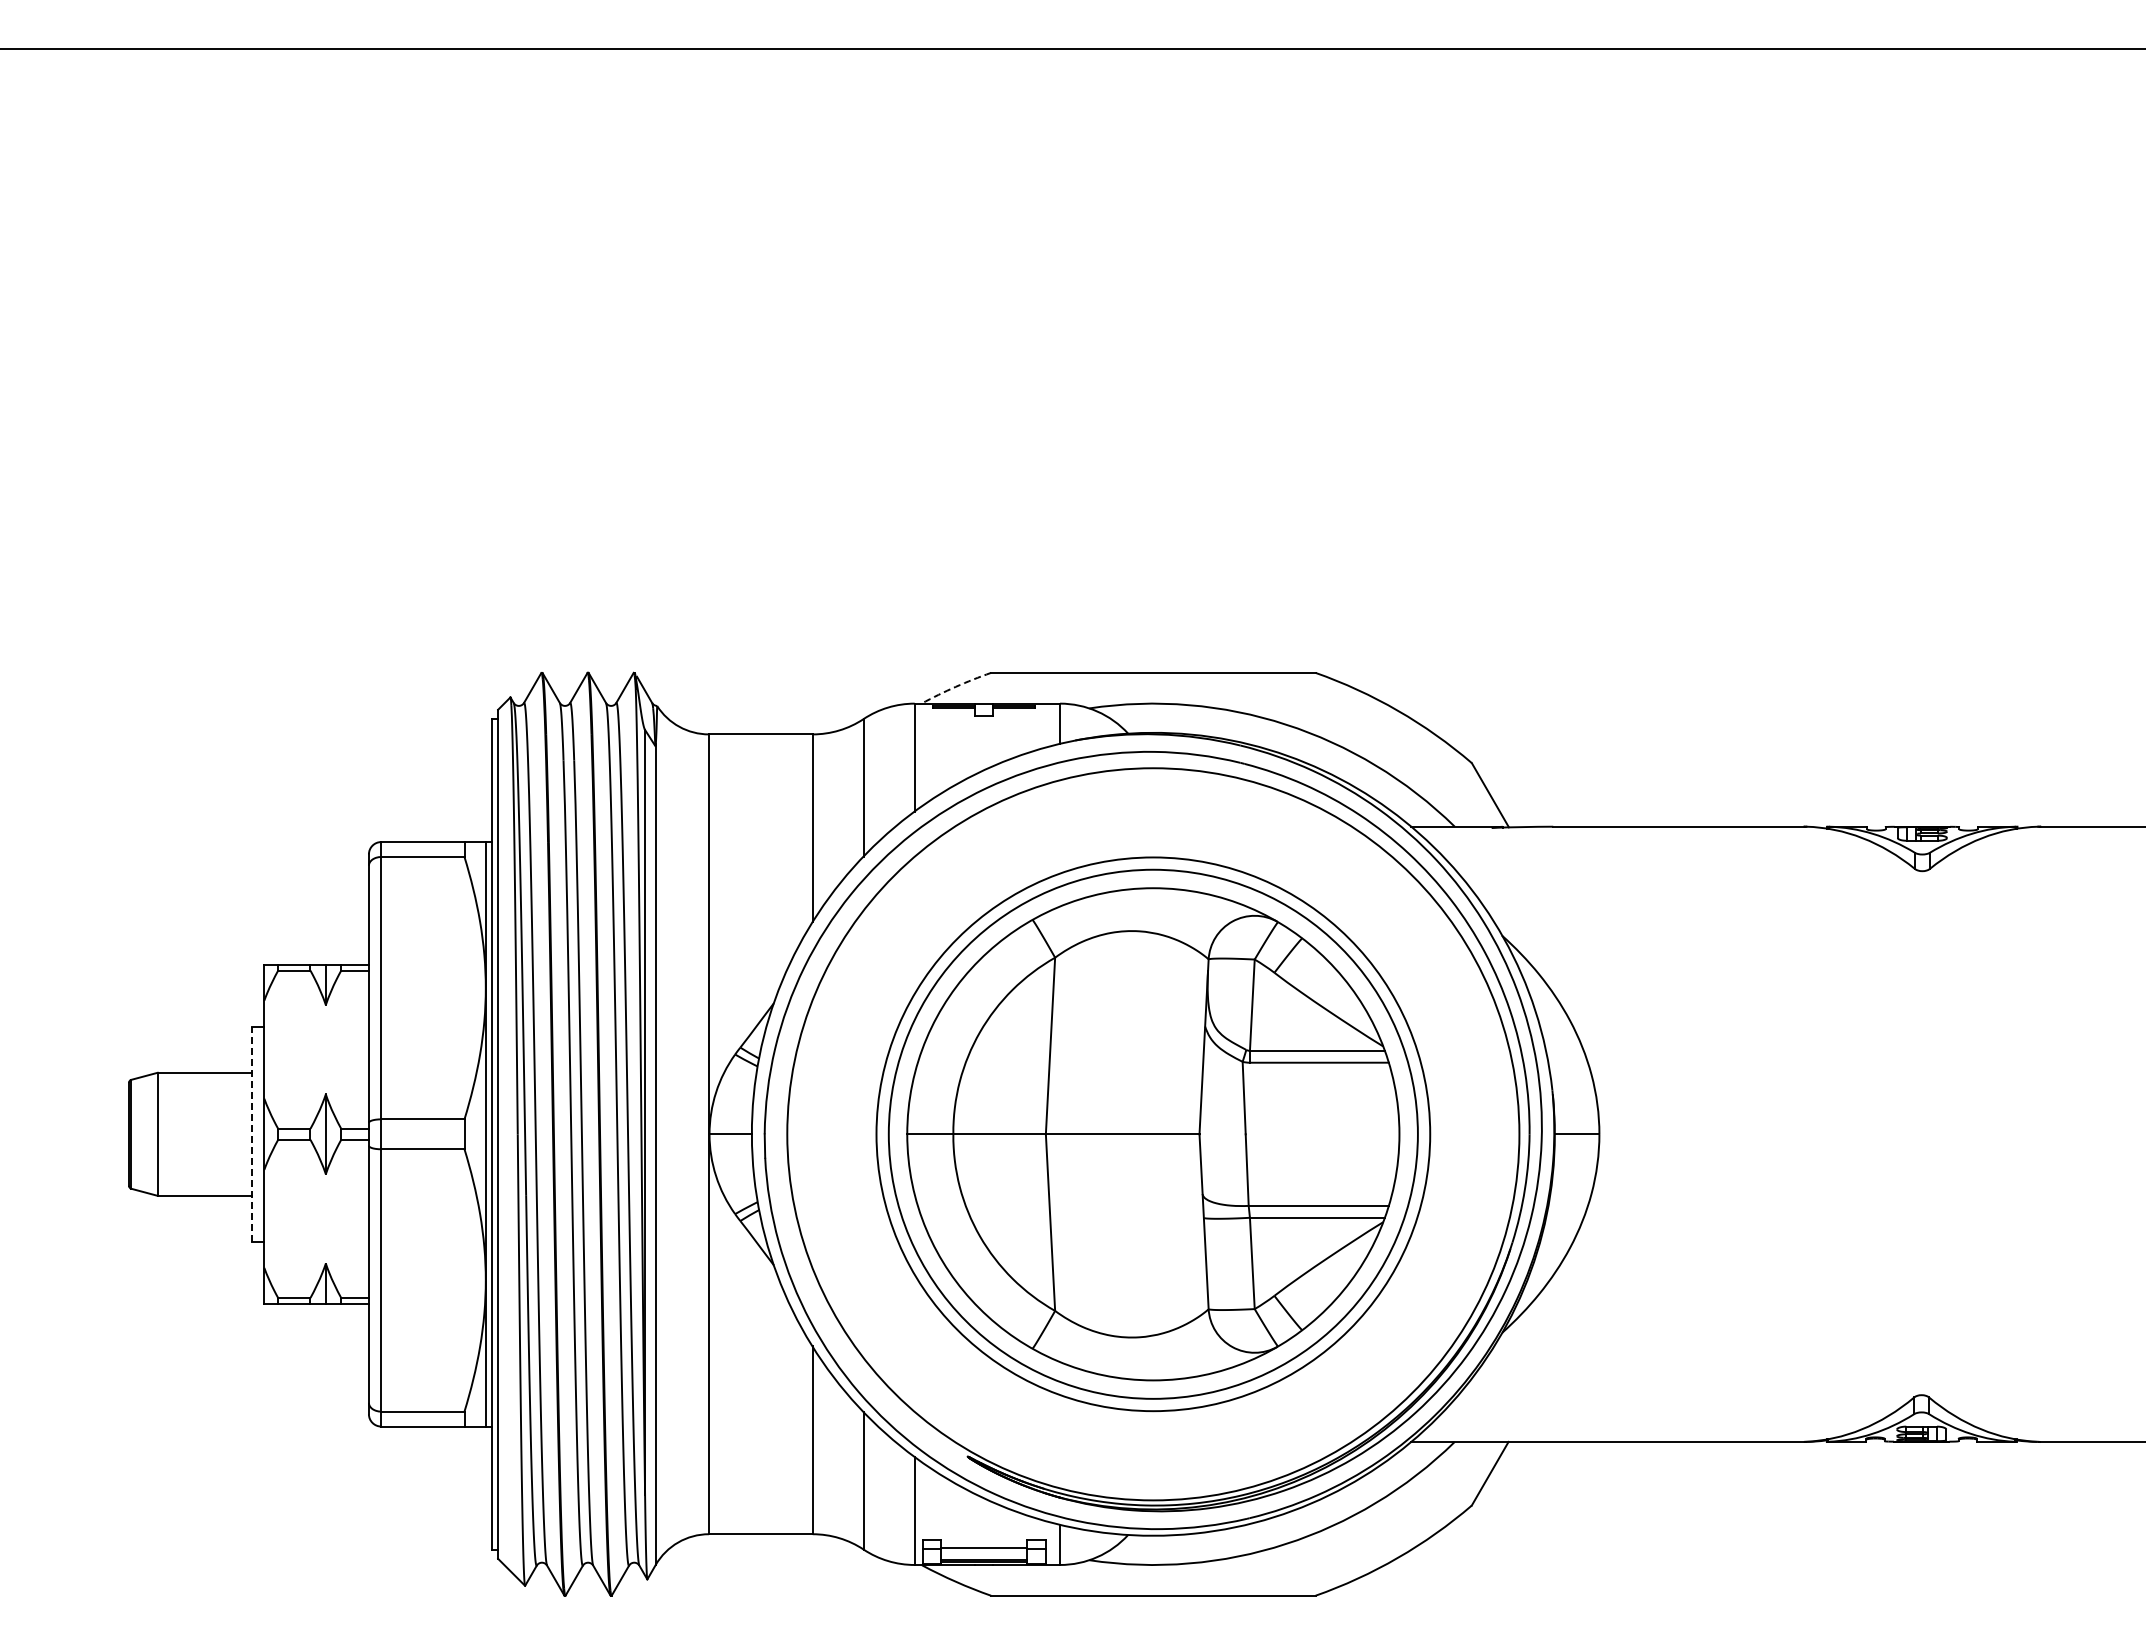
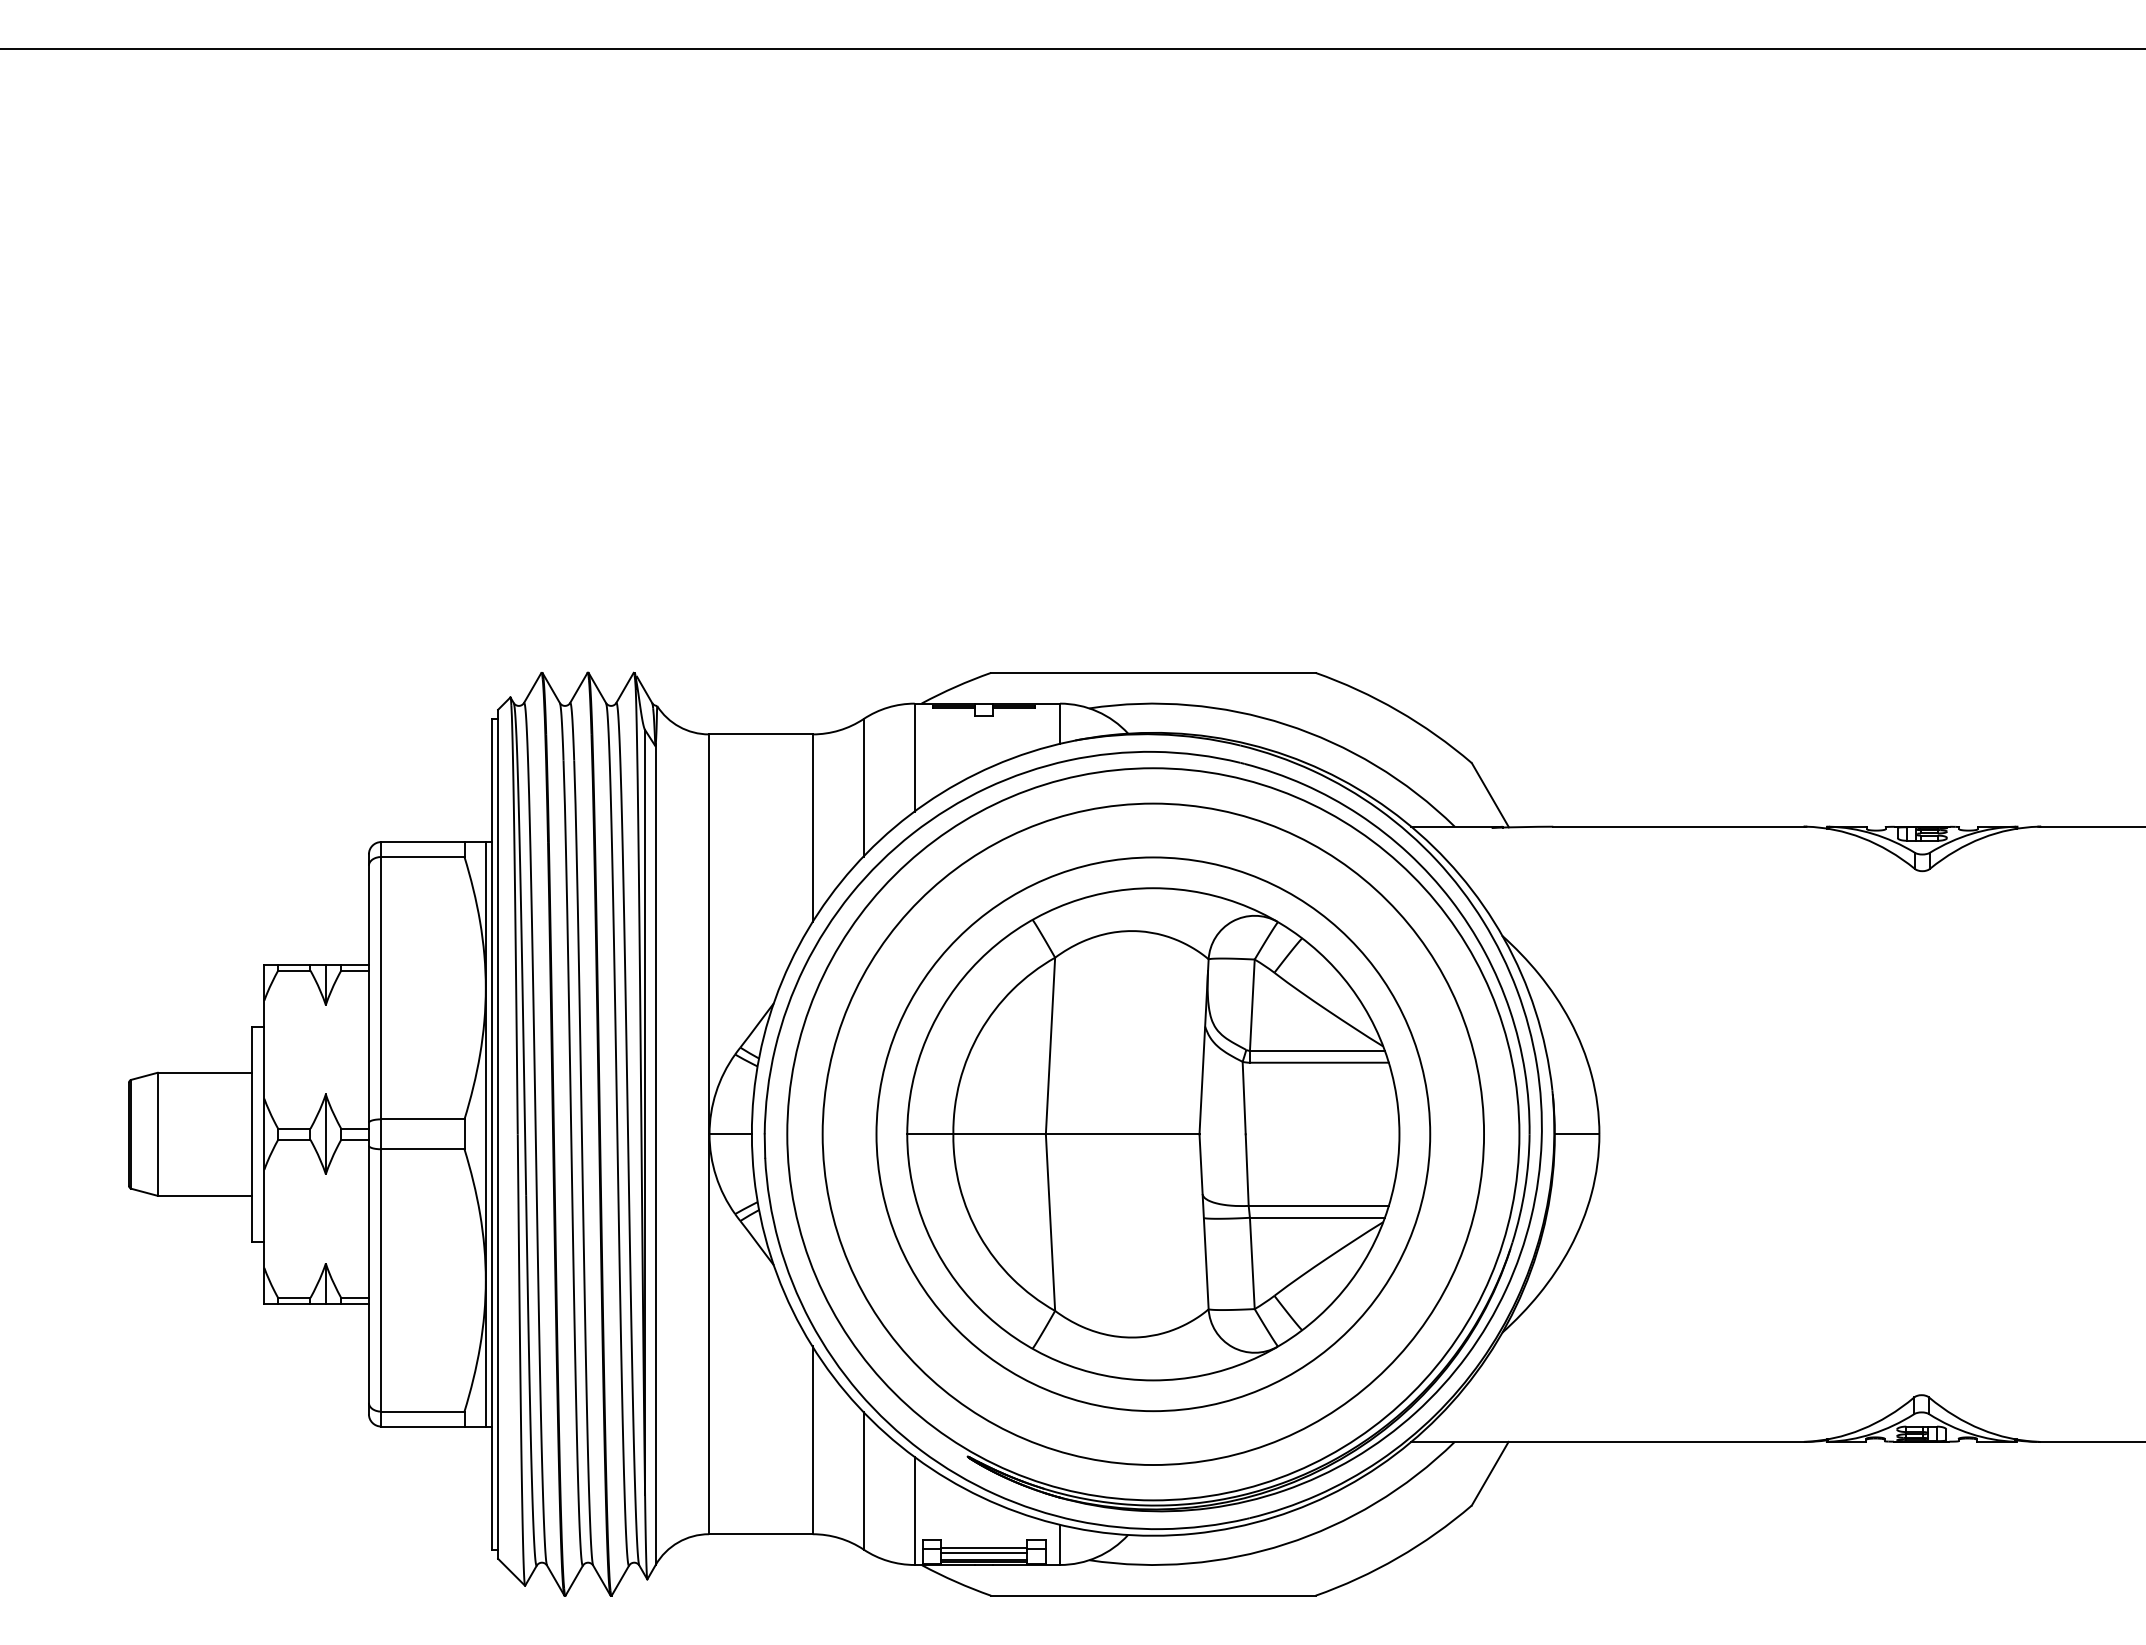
arc at (955, 686): dashed -> solid
circle at (1152, 1133) diameter: 529 px -> 661 px
line at (252, 1134): dashed -> solid
line at (984, 1552): none -> present
